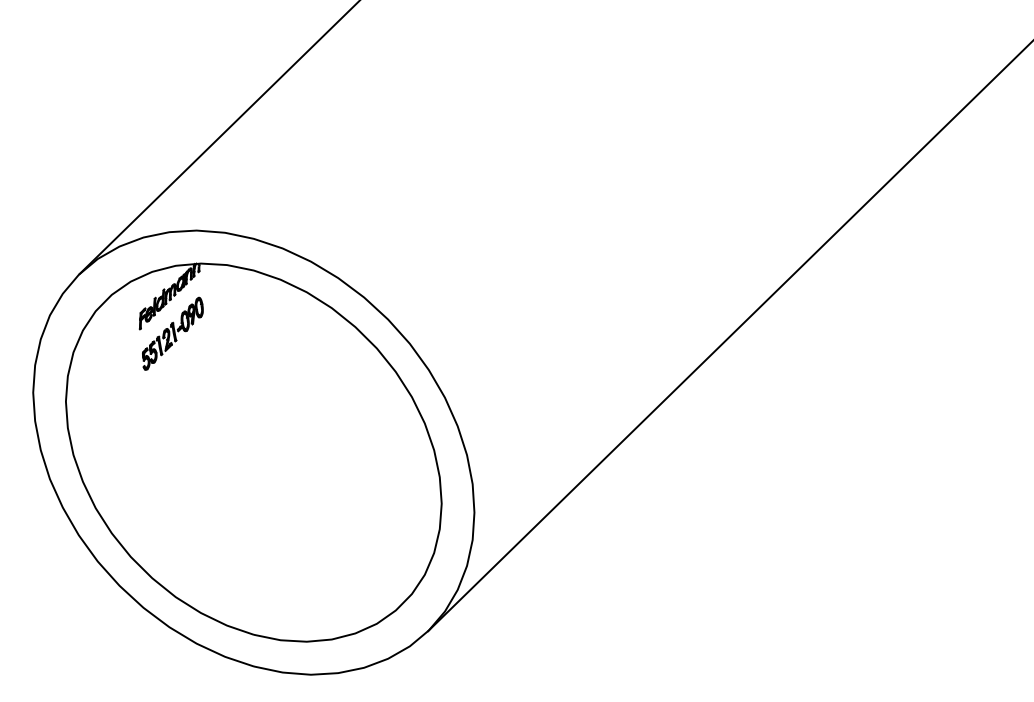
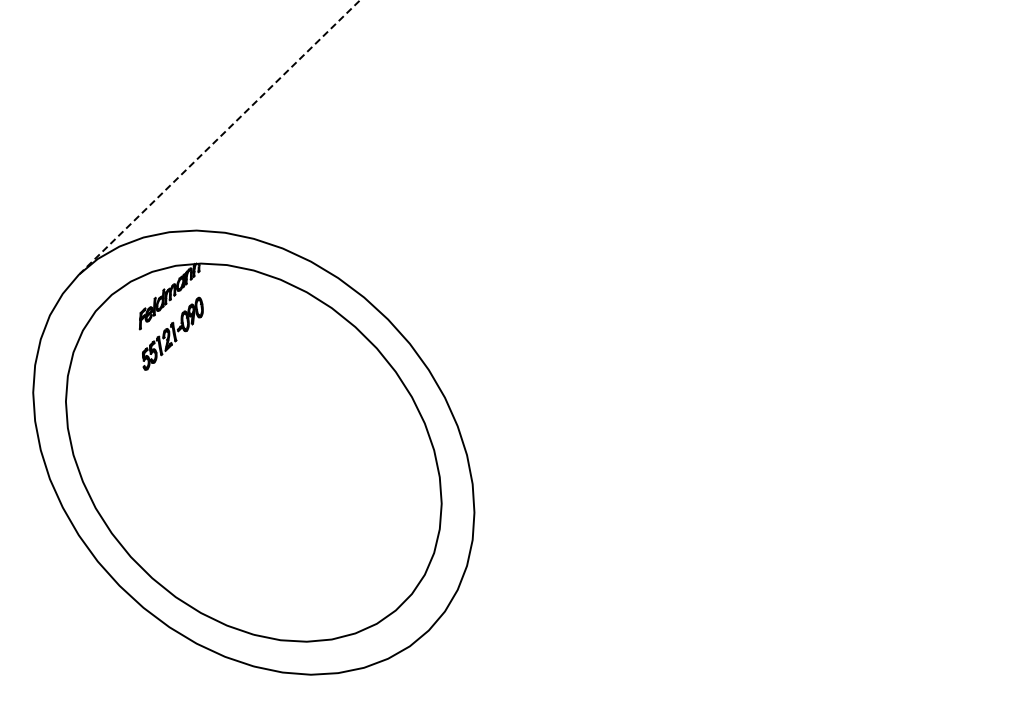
line at (219, 137): solid -> dashed
line at (729, 337): present -> none
